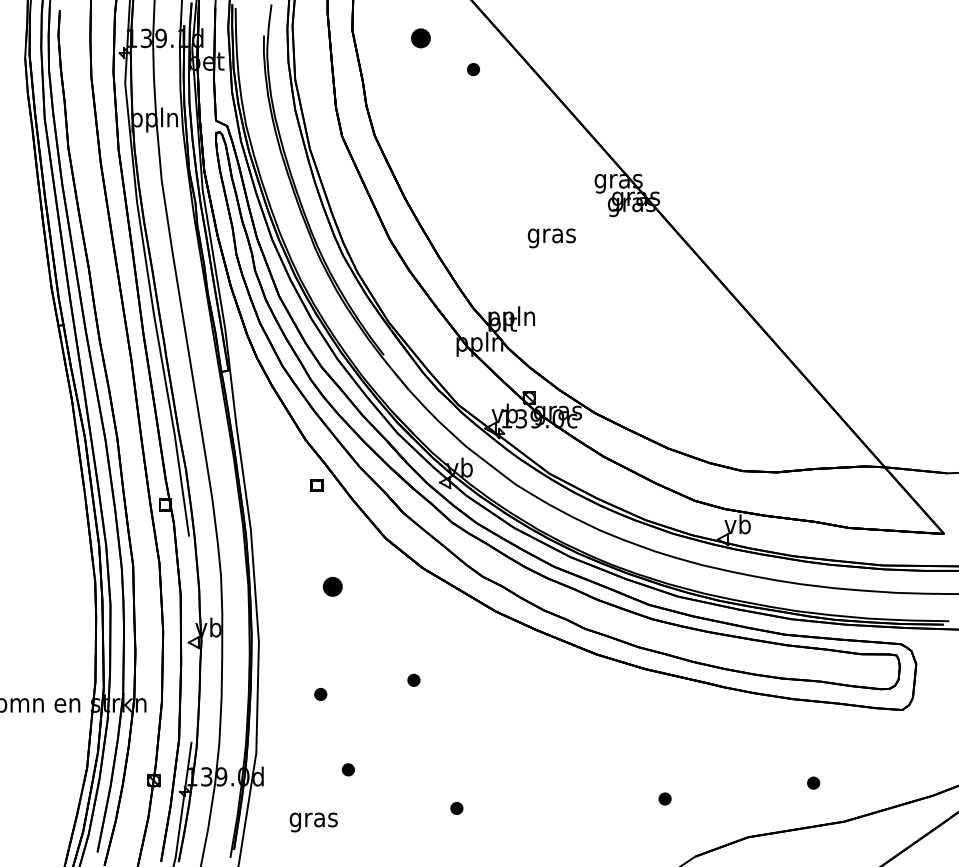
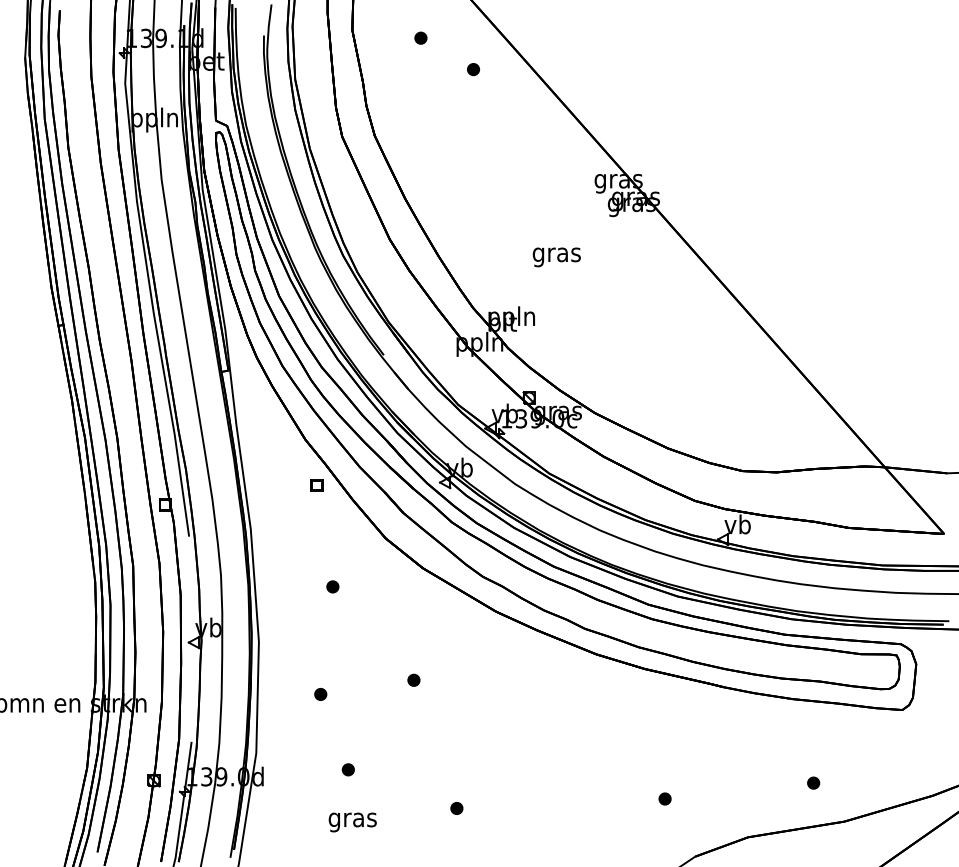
part at (420, 38) size: 20x21 px -> 14x14 px
text at (551, 238) position: (551, 238) -> (556, 257)
part at (332, 586) size: 21x20 px -> 14x14 px
text at (313, 822) position: (313, 822) -> (352, 822)
